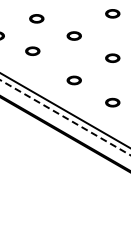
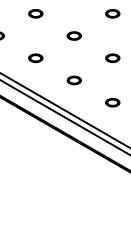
part at (36, 18) position: (36, 18) -> (35, 13)
part at (32, 50) position: (32, 50) -> (35, 57)
line at (65, 117): dashed -> solid
